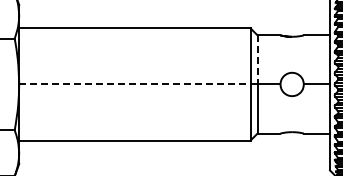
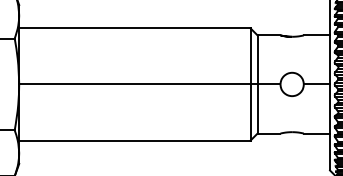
line at (257, 59): dashed -> solid
line at (134, 84): dashed -> solid
